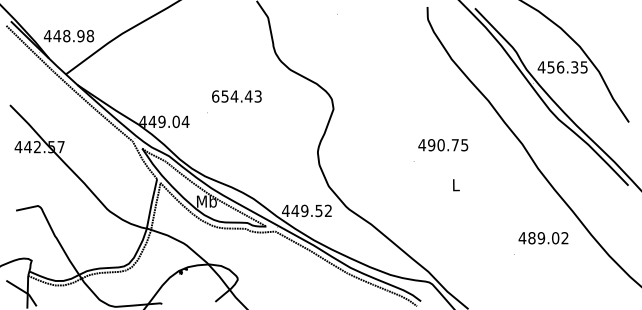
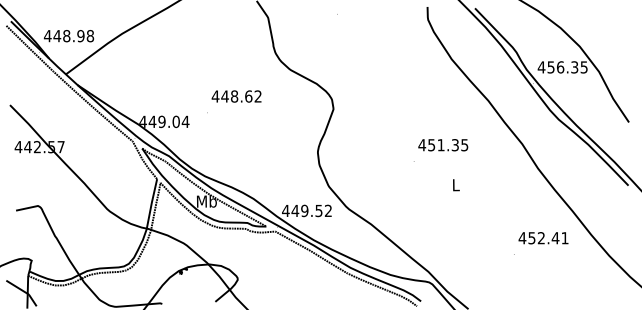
text at (236, 96): 654.43 -> 448.62
text at (443, 145): 490.75 -> 451.35
text at (548, 238): 489.02 -> 452.41
